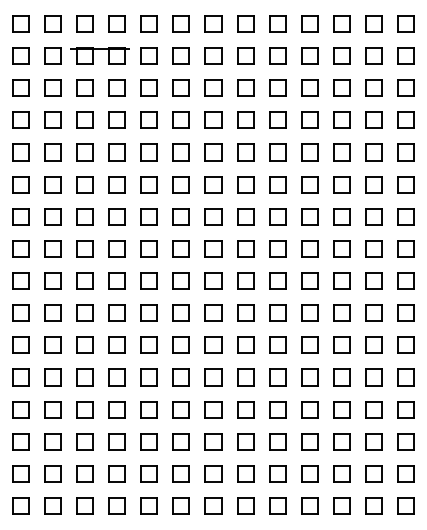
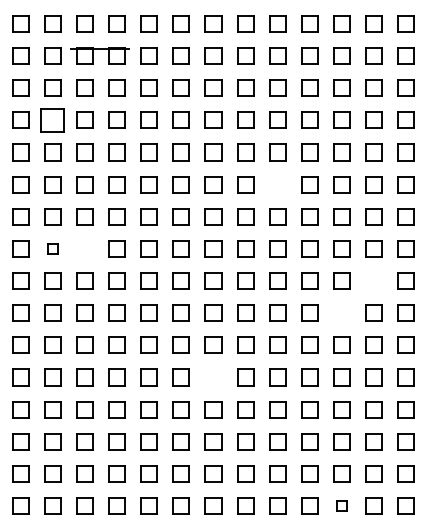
part at (52, 119) size: 18x18 px -> 25x25 px
part at (277, 184): present -> none
part at (52, 248) size: 18x18 px -> 12x12 px
part at (84, 248): present -> none
part at (373, 280): present -> none
part at (341, 312): present -> none
part at (213, 377): present -> none
part at (341, 505) size: 18x18 px -> 12x12 px
